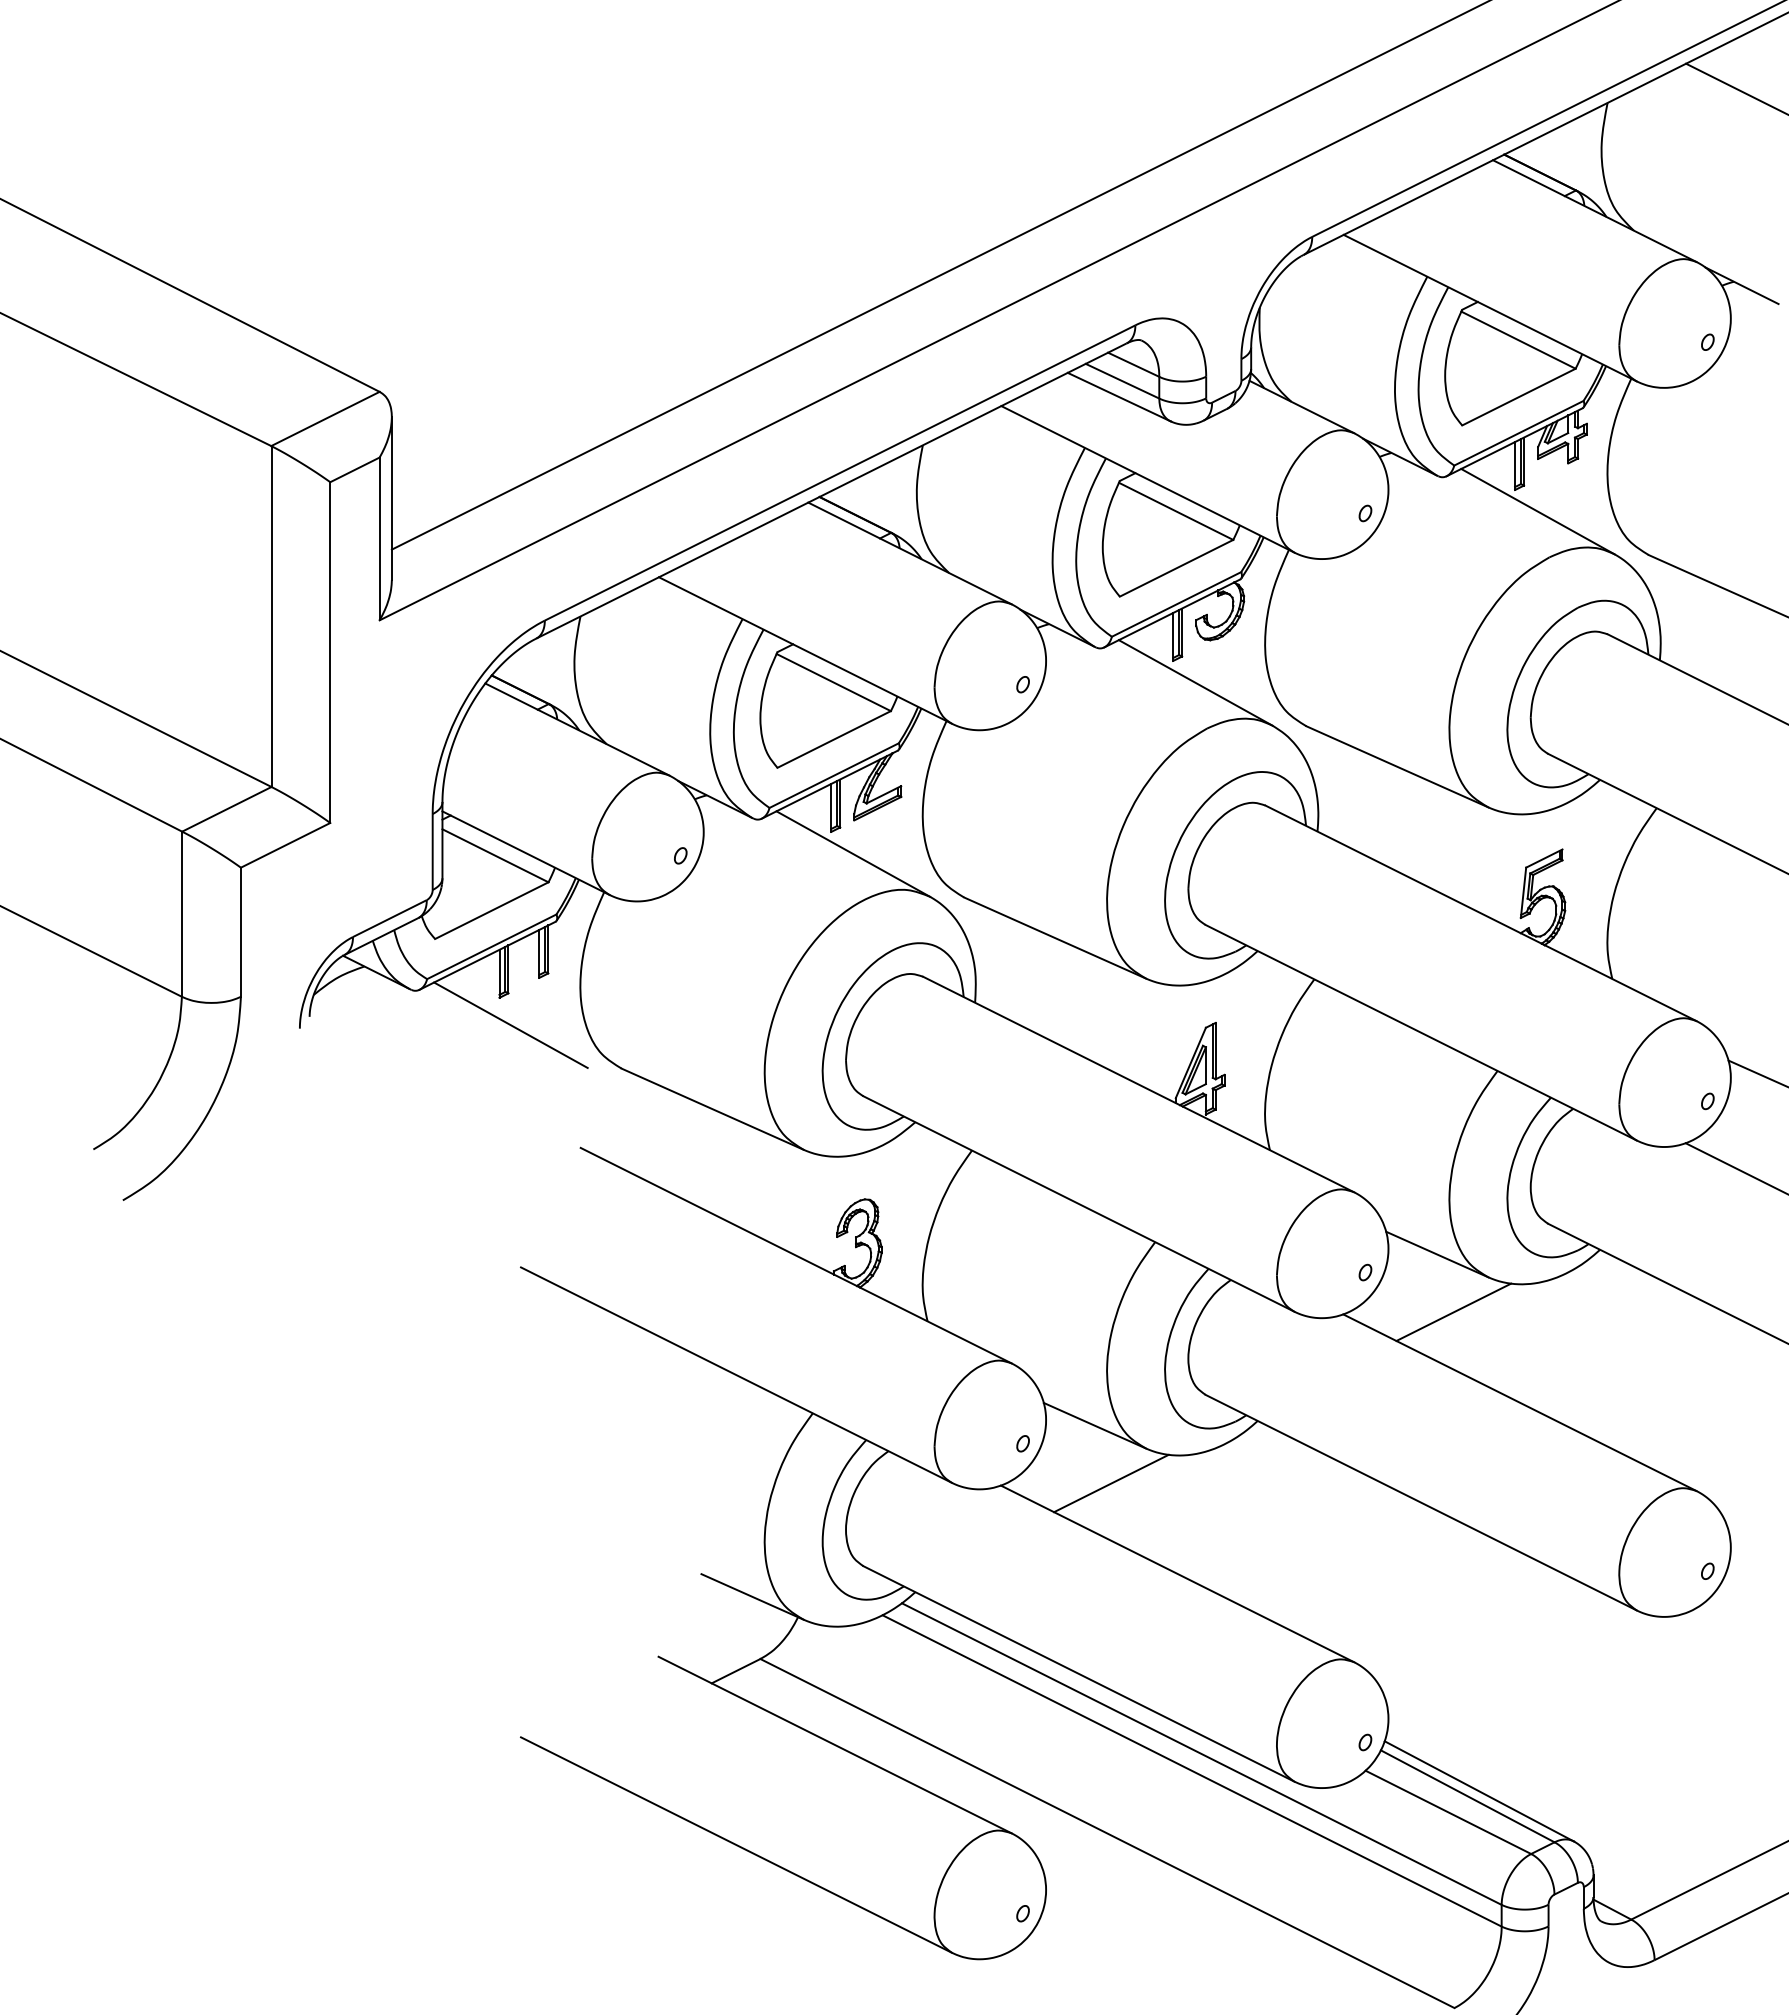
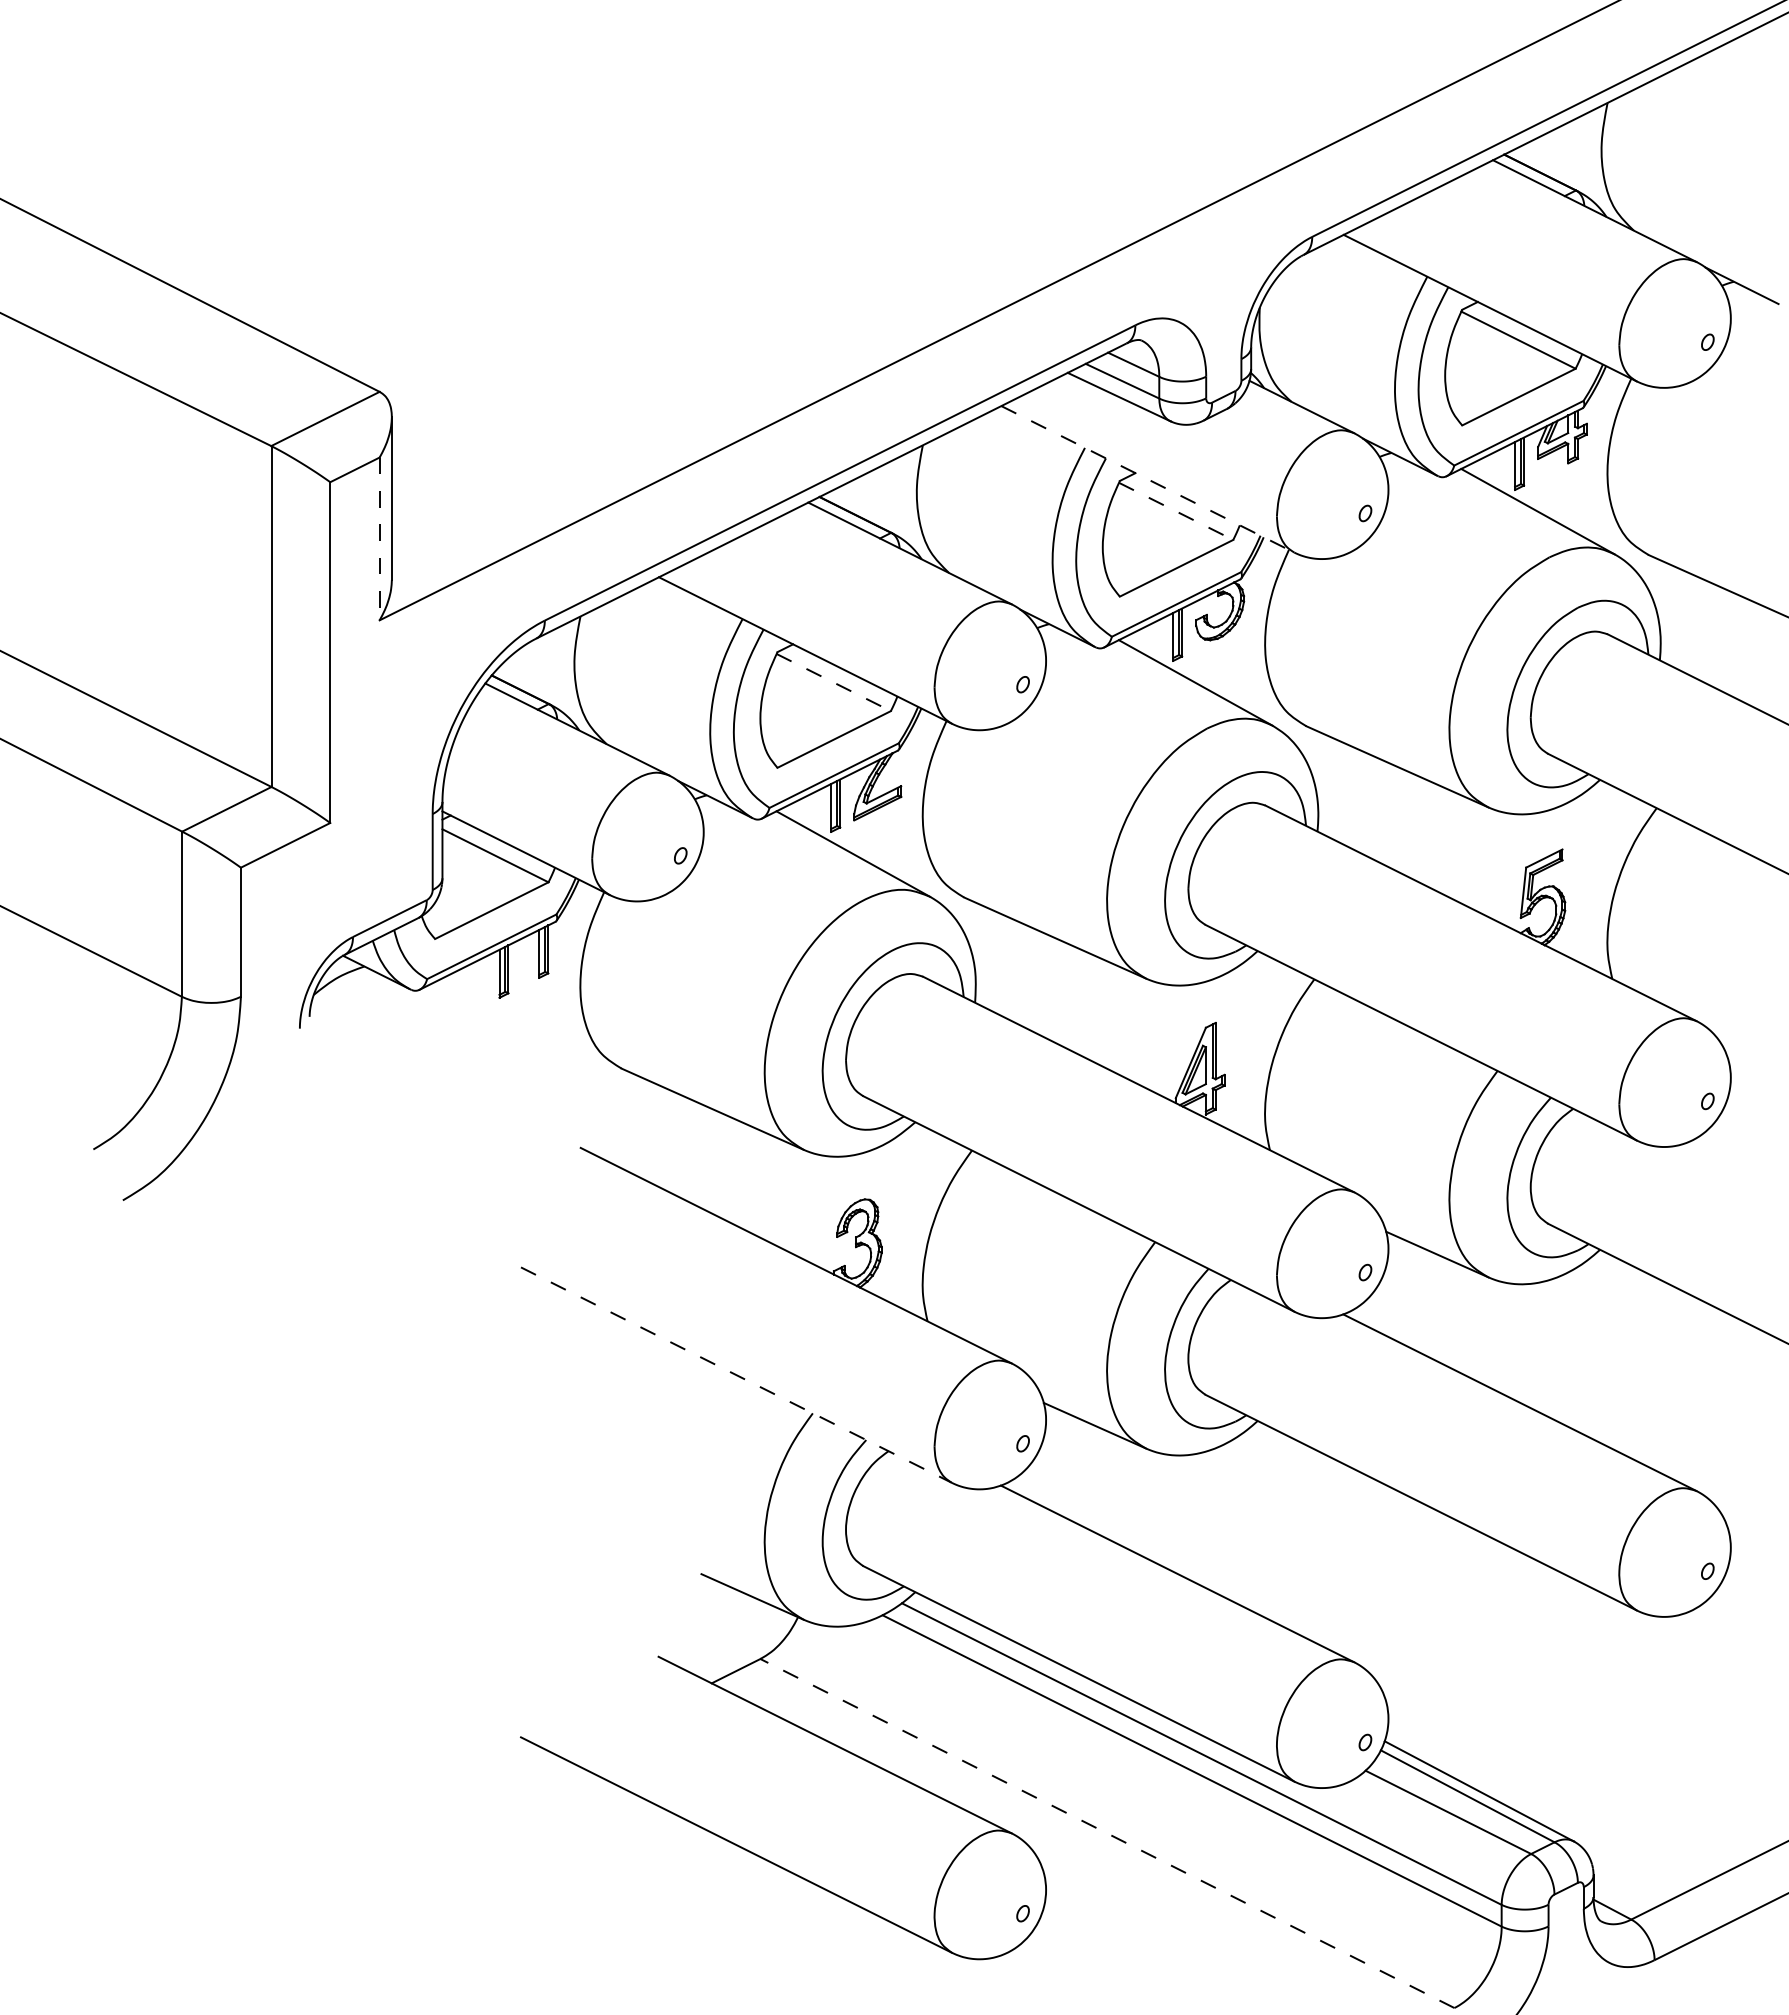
line at (1735, 88): present -> none
line at (938, 275): present -> none
line at (1147, 479): solid -> dashed
line at (1176, 511): solid -> dashed
line at (379, 539): solid -> dashed
line at (833, 682): solid -> dashed
line at (510, 1024): present -> none
line at (1756, 1073): present -> none
line at (1735, 1167): present -> none
line at (1453, 1311): present -> none
line at (736, 1375): solid -> dashed
line at (1111, 1483): present -> none
line at (1106, 1833): solid -> dashed
